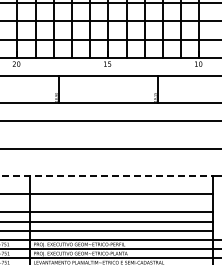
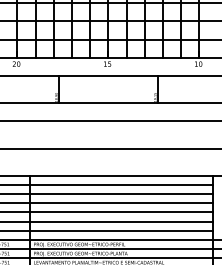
line at (107, 176): dashed -> solid
line at (107, 185): none -> present
line at (107, 203): none -> present
